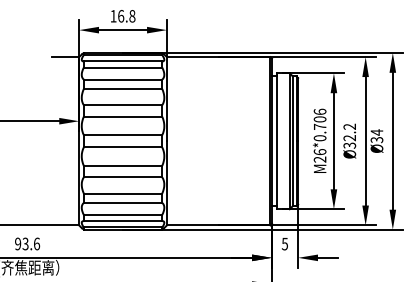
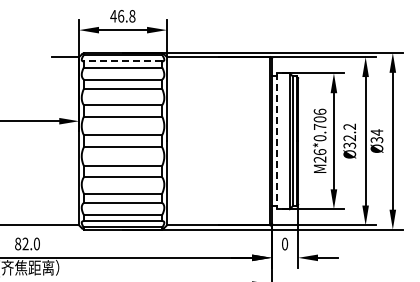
text at (113, 16): 16.8 -> 46.8
line at (122, 61): solid -> dashed
line at (277, 141): solid -> dashed
text at (27, 243): 93.6 -> 82.0
text at (284, 243): 5 -> 0
